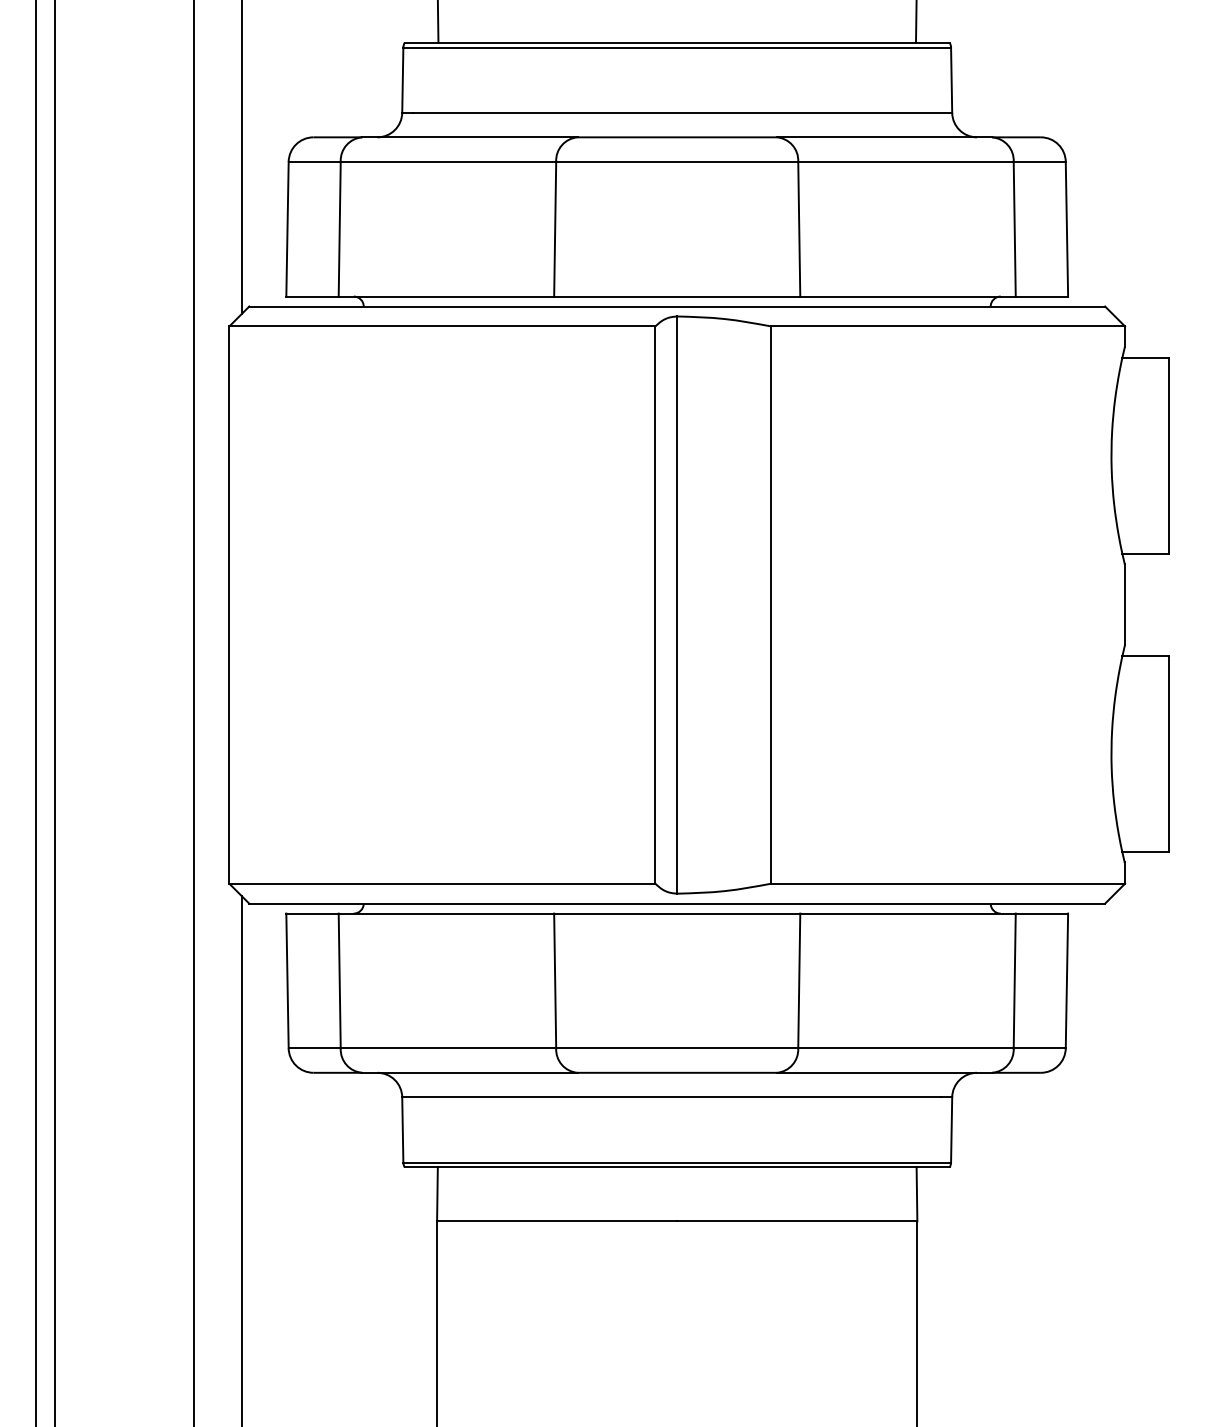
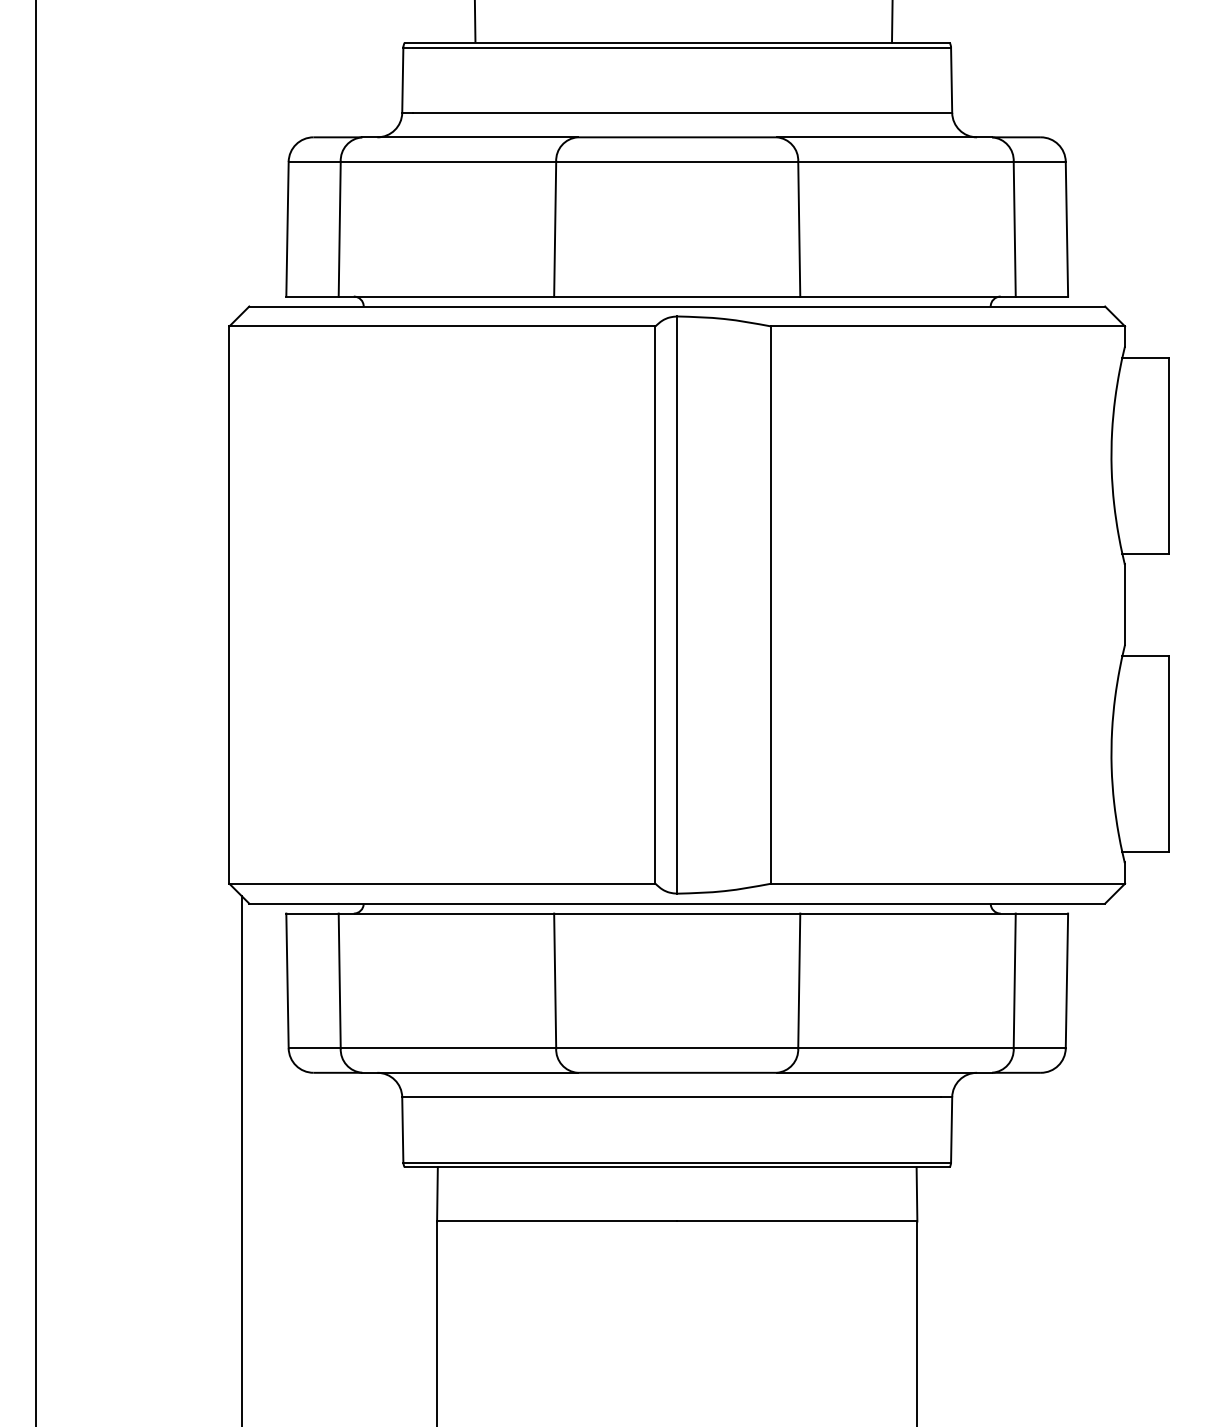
line at (437, 22) position: (437, 22) -> (474, 21)
line at (916, 22) position: (916, 22) -> (892, 22)
line at (241, 158): present -> none
line at (55, 712): present -> none
line at (194, 712): present -> none
